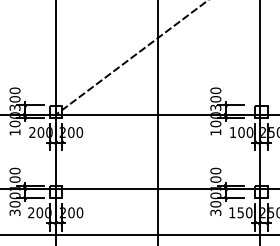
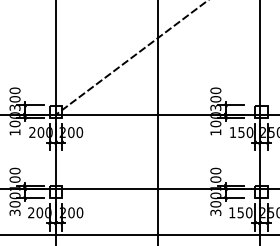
text at (241, 132): 100 -> 150
